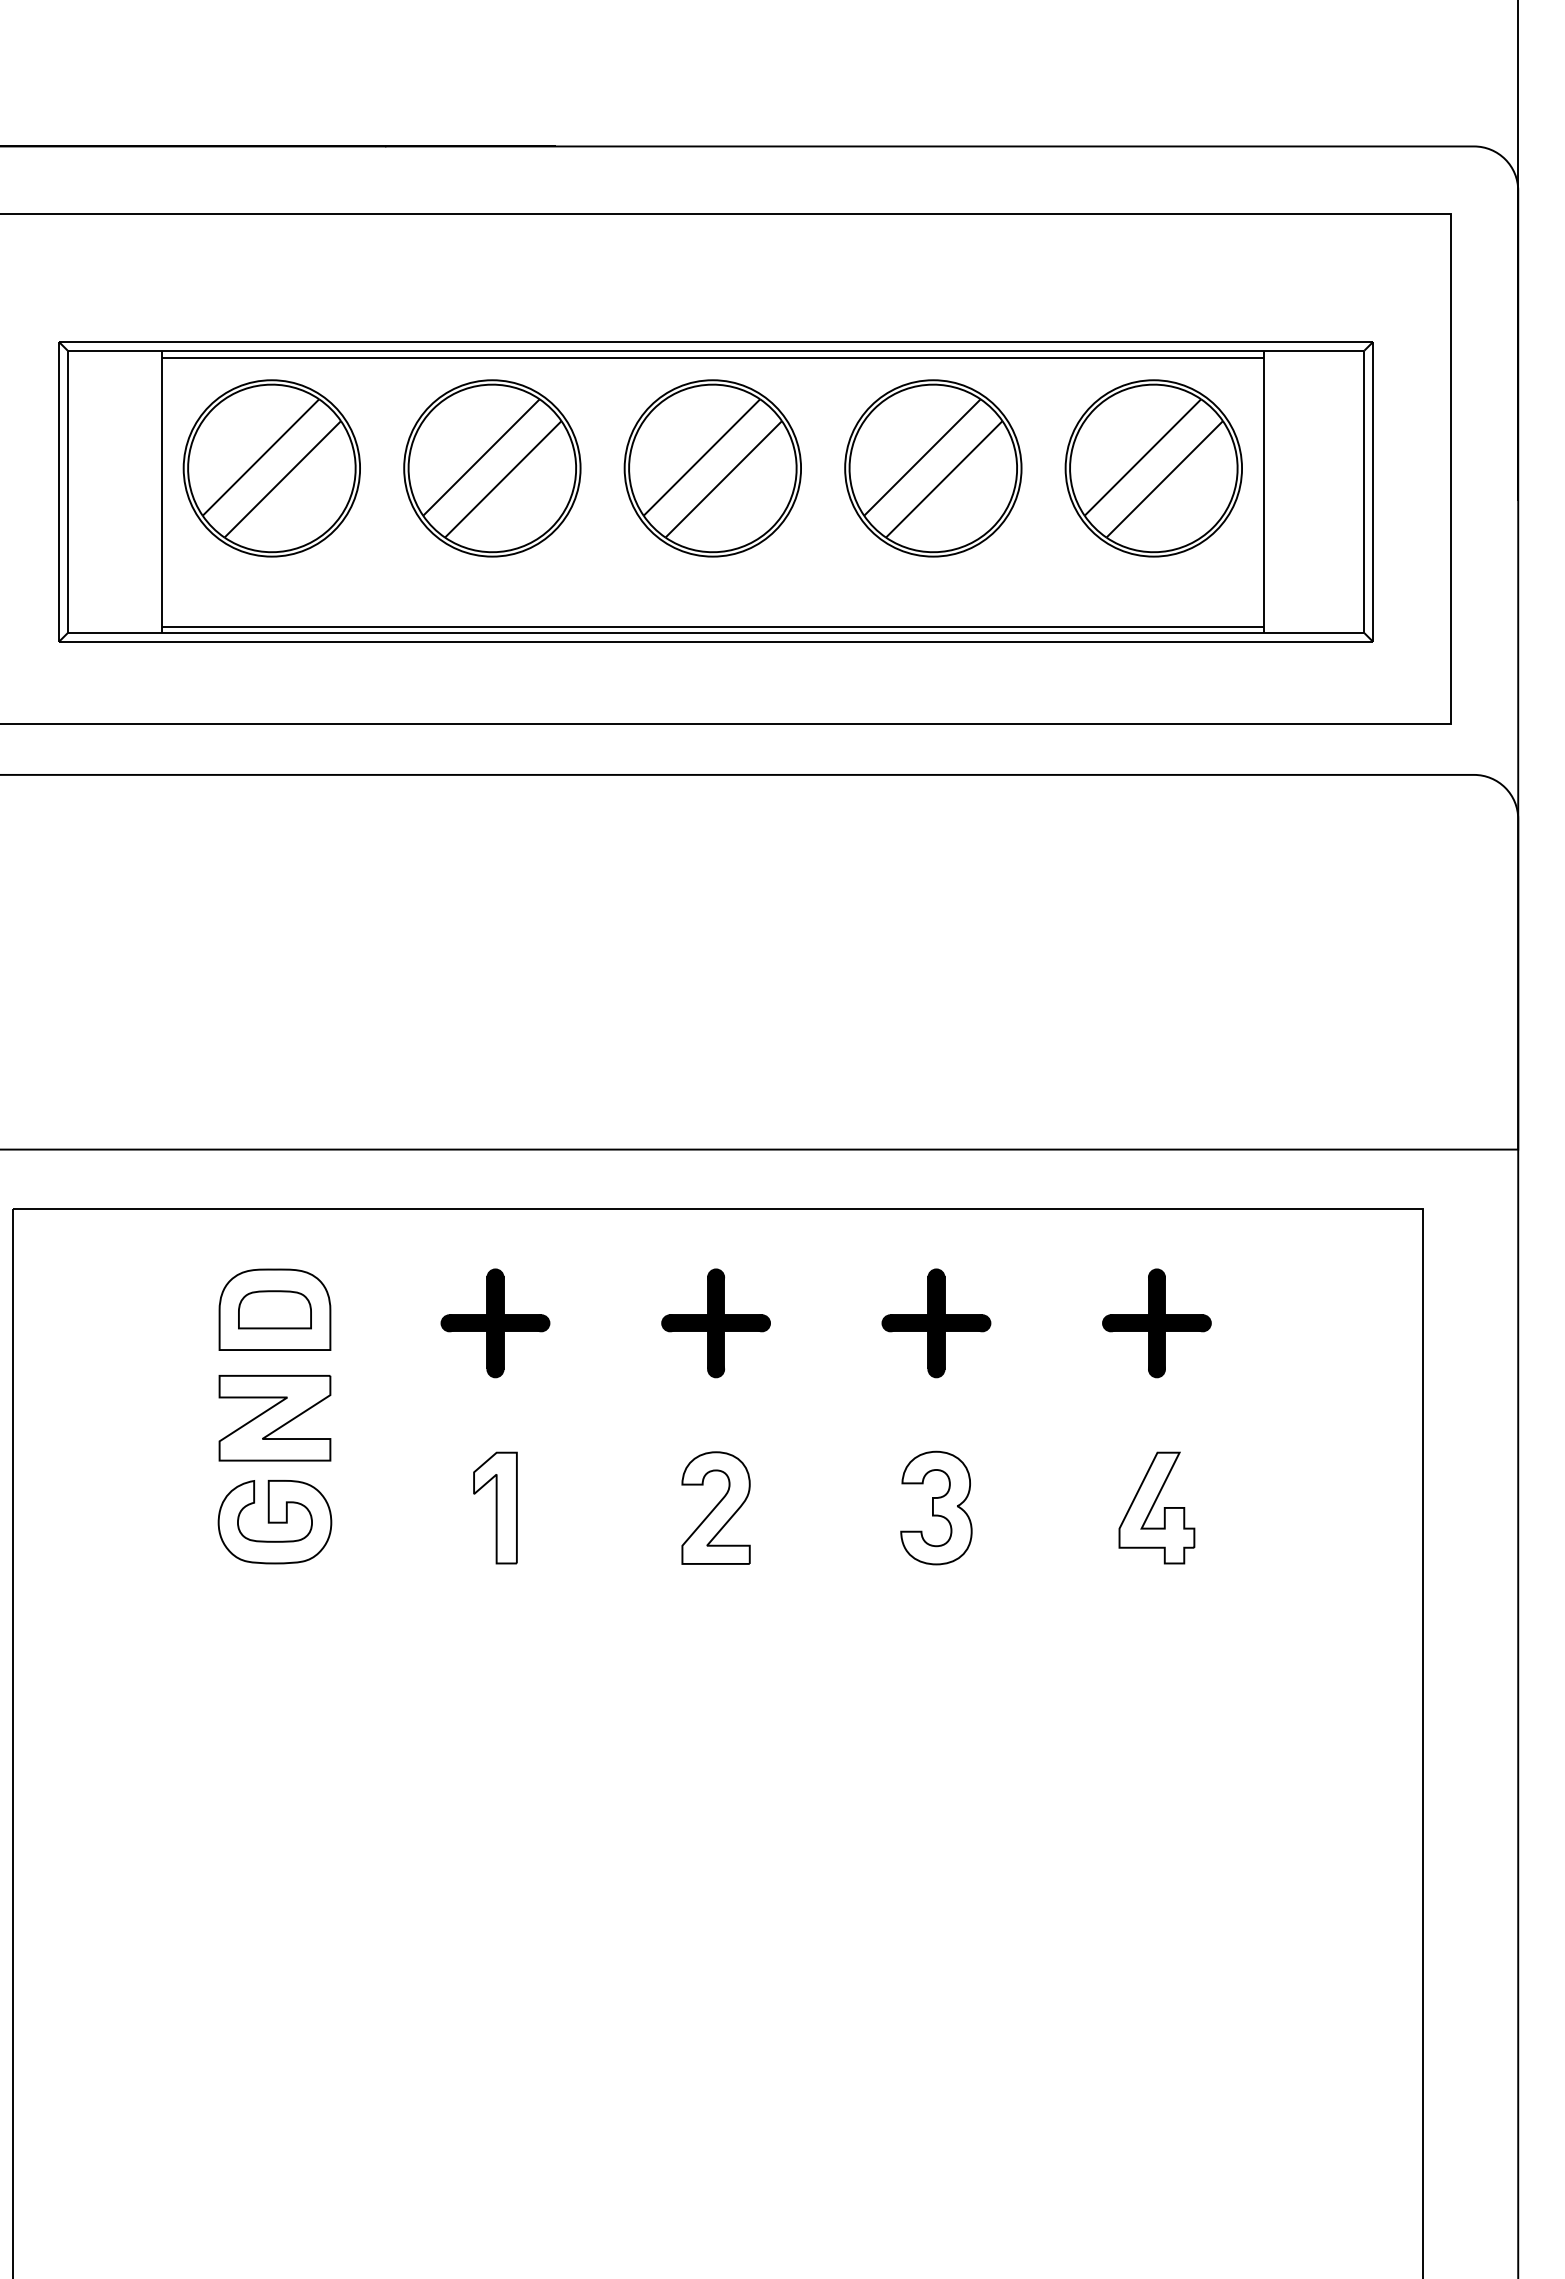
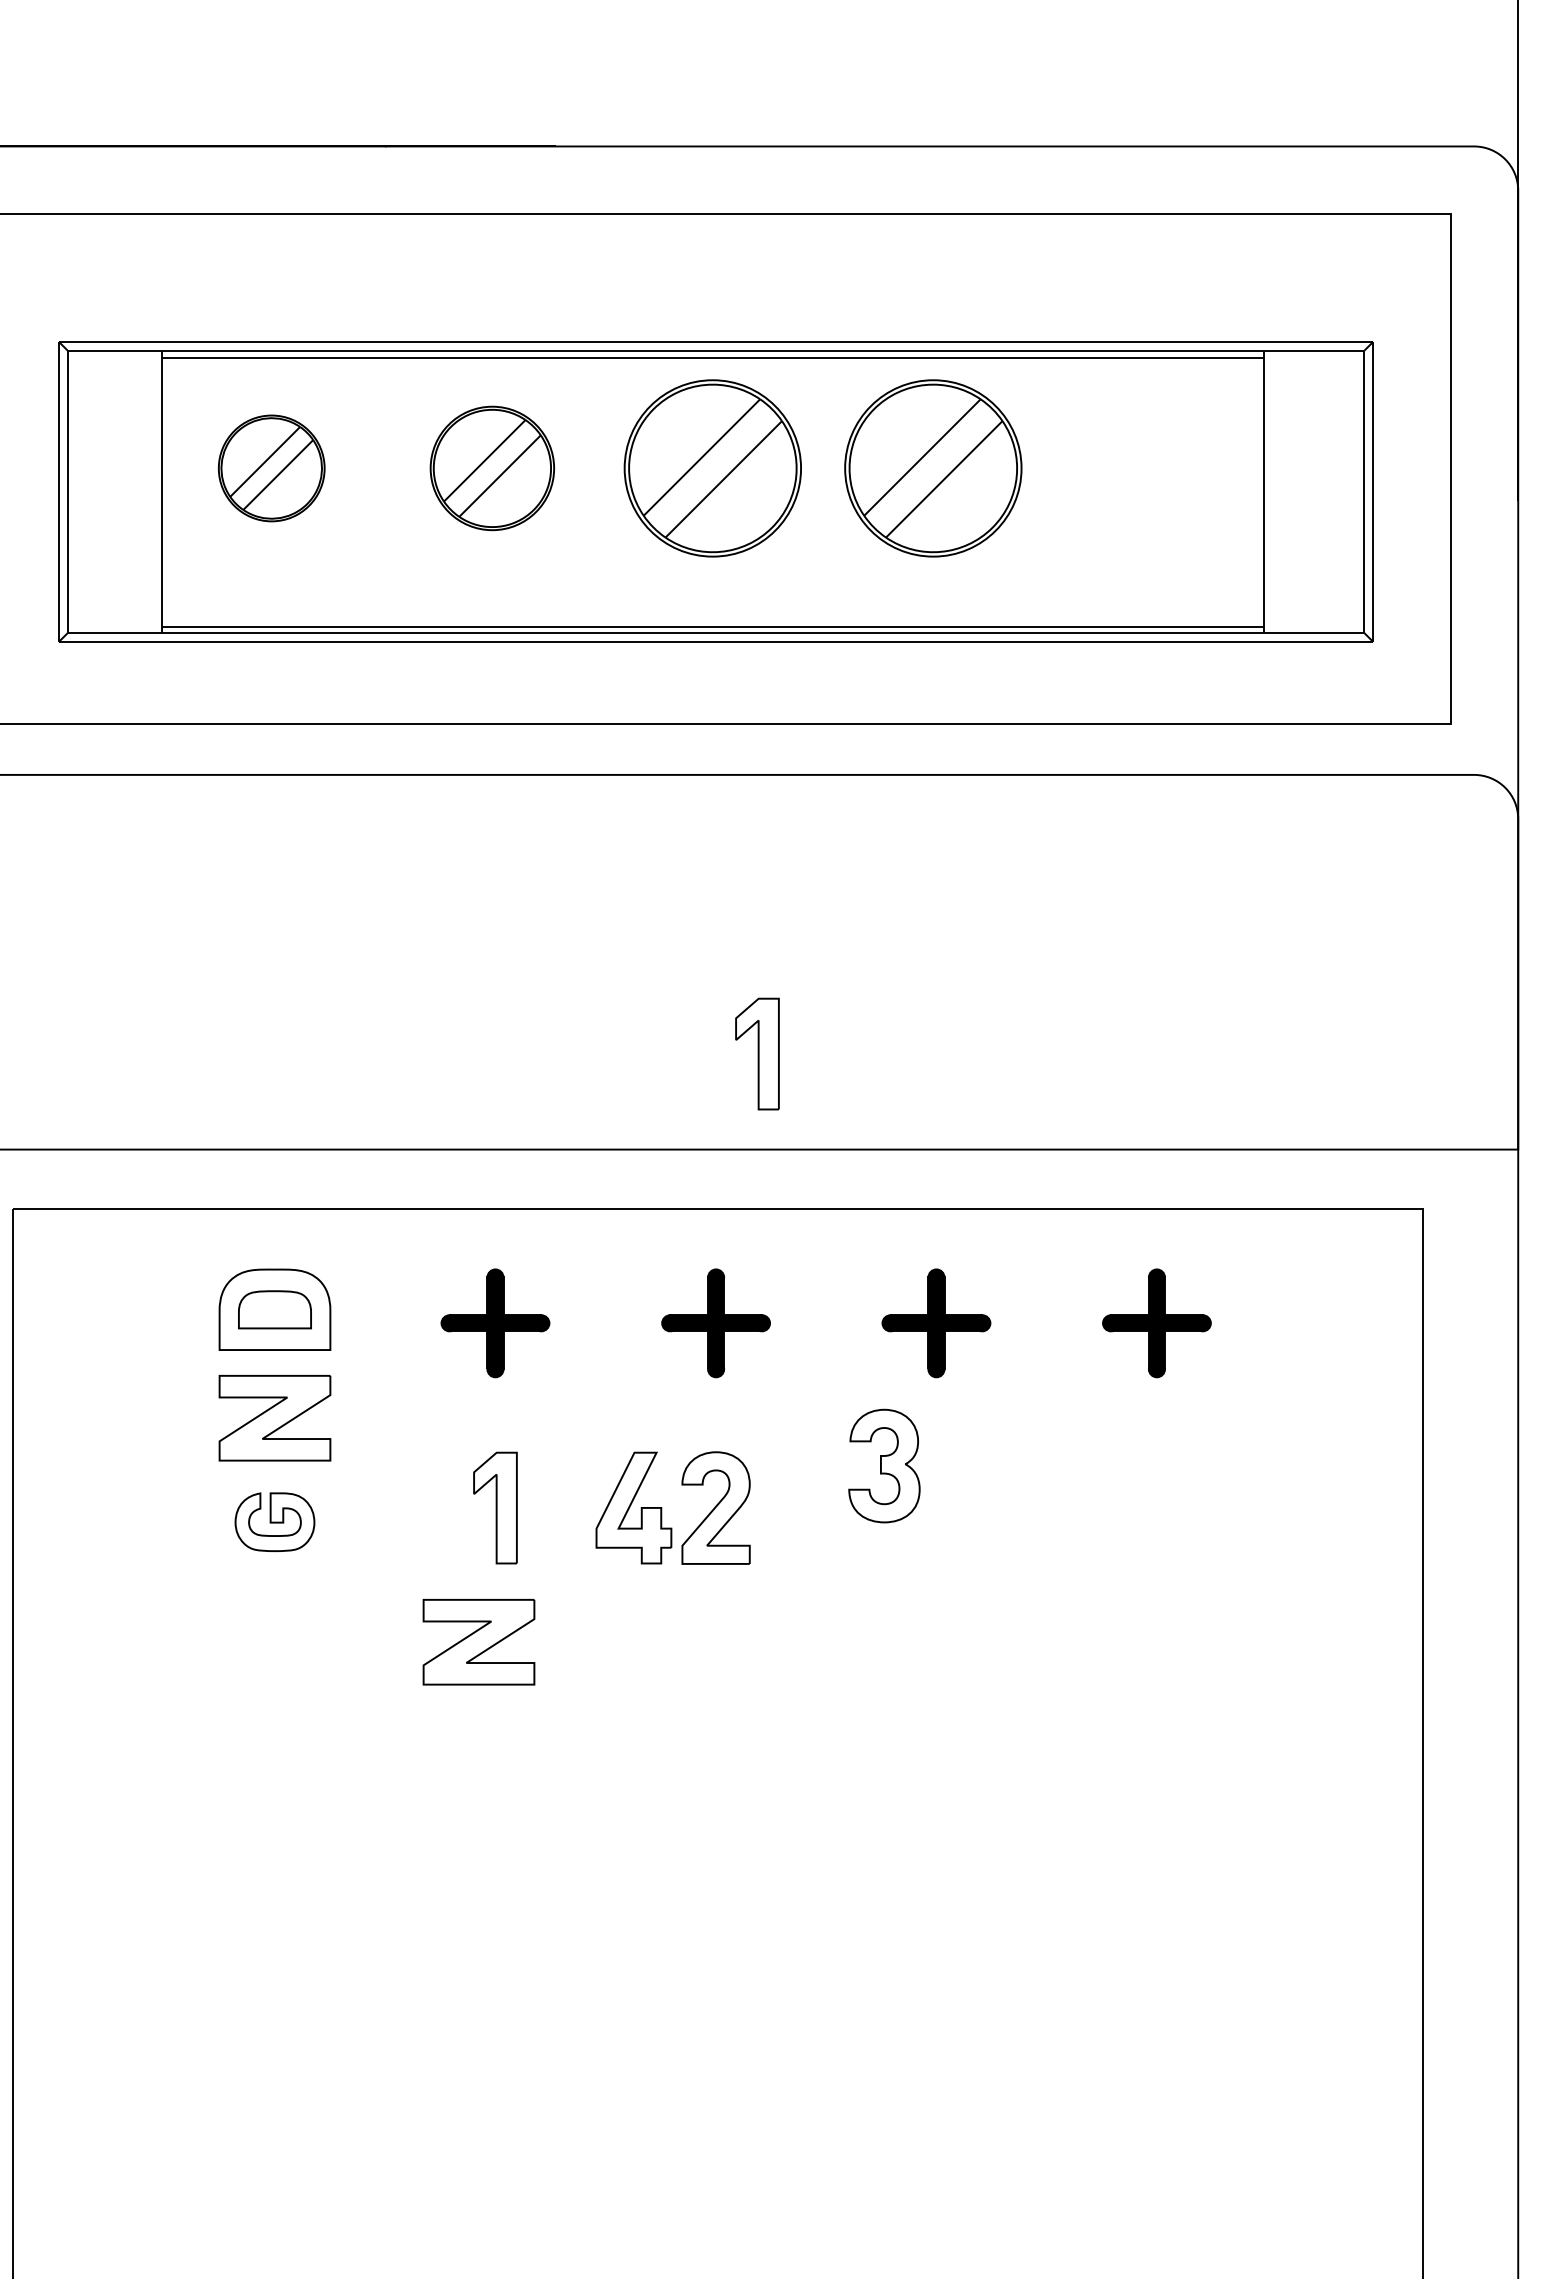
part at (271, 468) size: 179x179 px -> 109x109 px
part at (492, 468) size: 179x179 px -> 126x127 px
part at (1153, 468): present -> none
part at (757, 1053): none -> present
part at (936, 1507) position: (936, 1507) -> (884, 1465)
part at (1156, 1507) position: (1156, 1507) -> (633, 1507)
part at (274, 1522) size: 116x85 px -> 82x61 px
part at (478, 1642): none -> present
